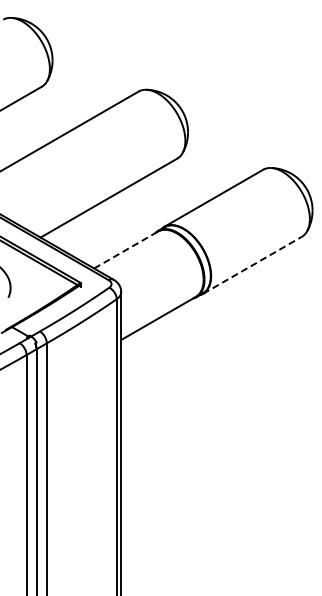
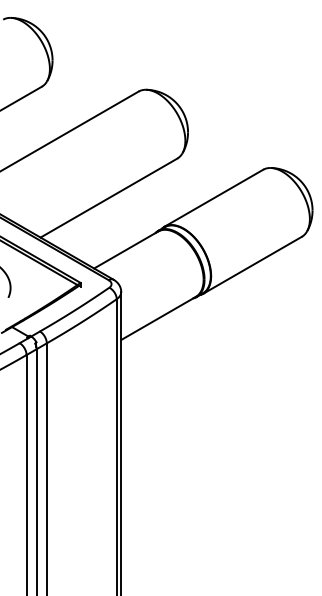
line at (126, 250): dashed -> solid
line at (252, 265): dashed -> solid
